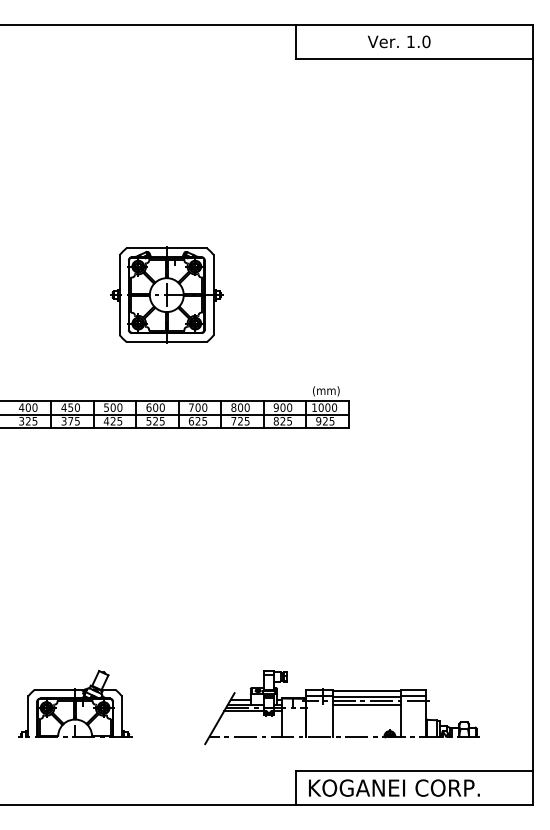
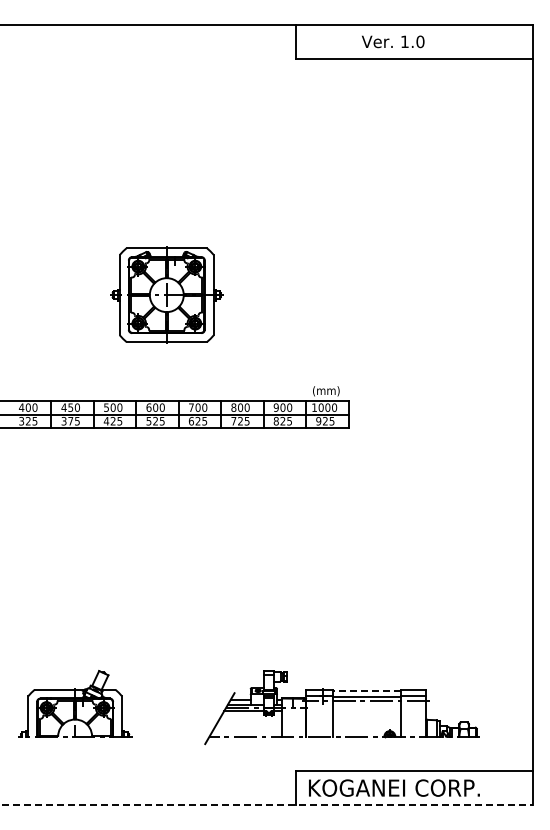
text at (399, 41) position: (399, 41) -> (393, 41)
line at (366, 691): solid -> dashed
line at (366, 704): present -> none
line at (267, 805): solid -> dashed
